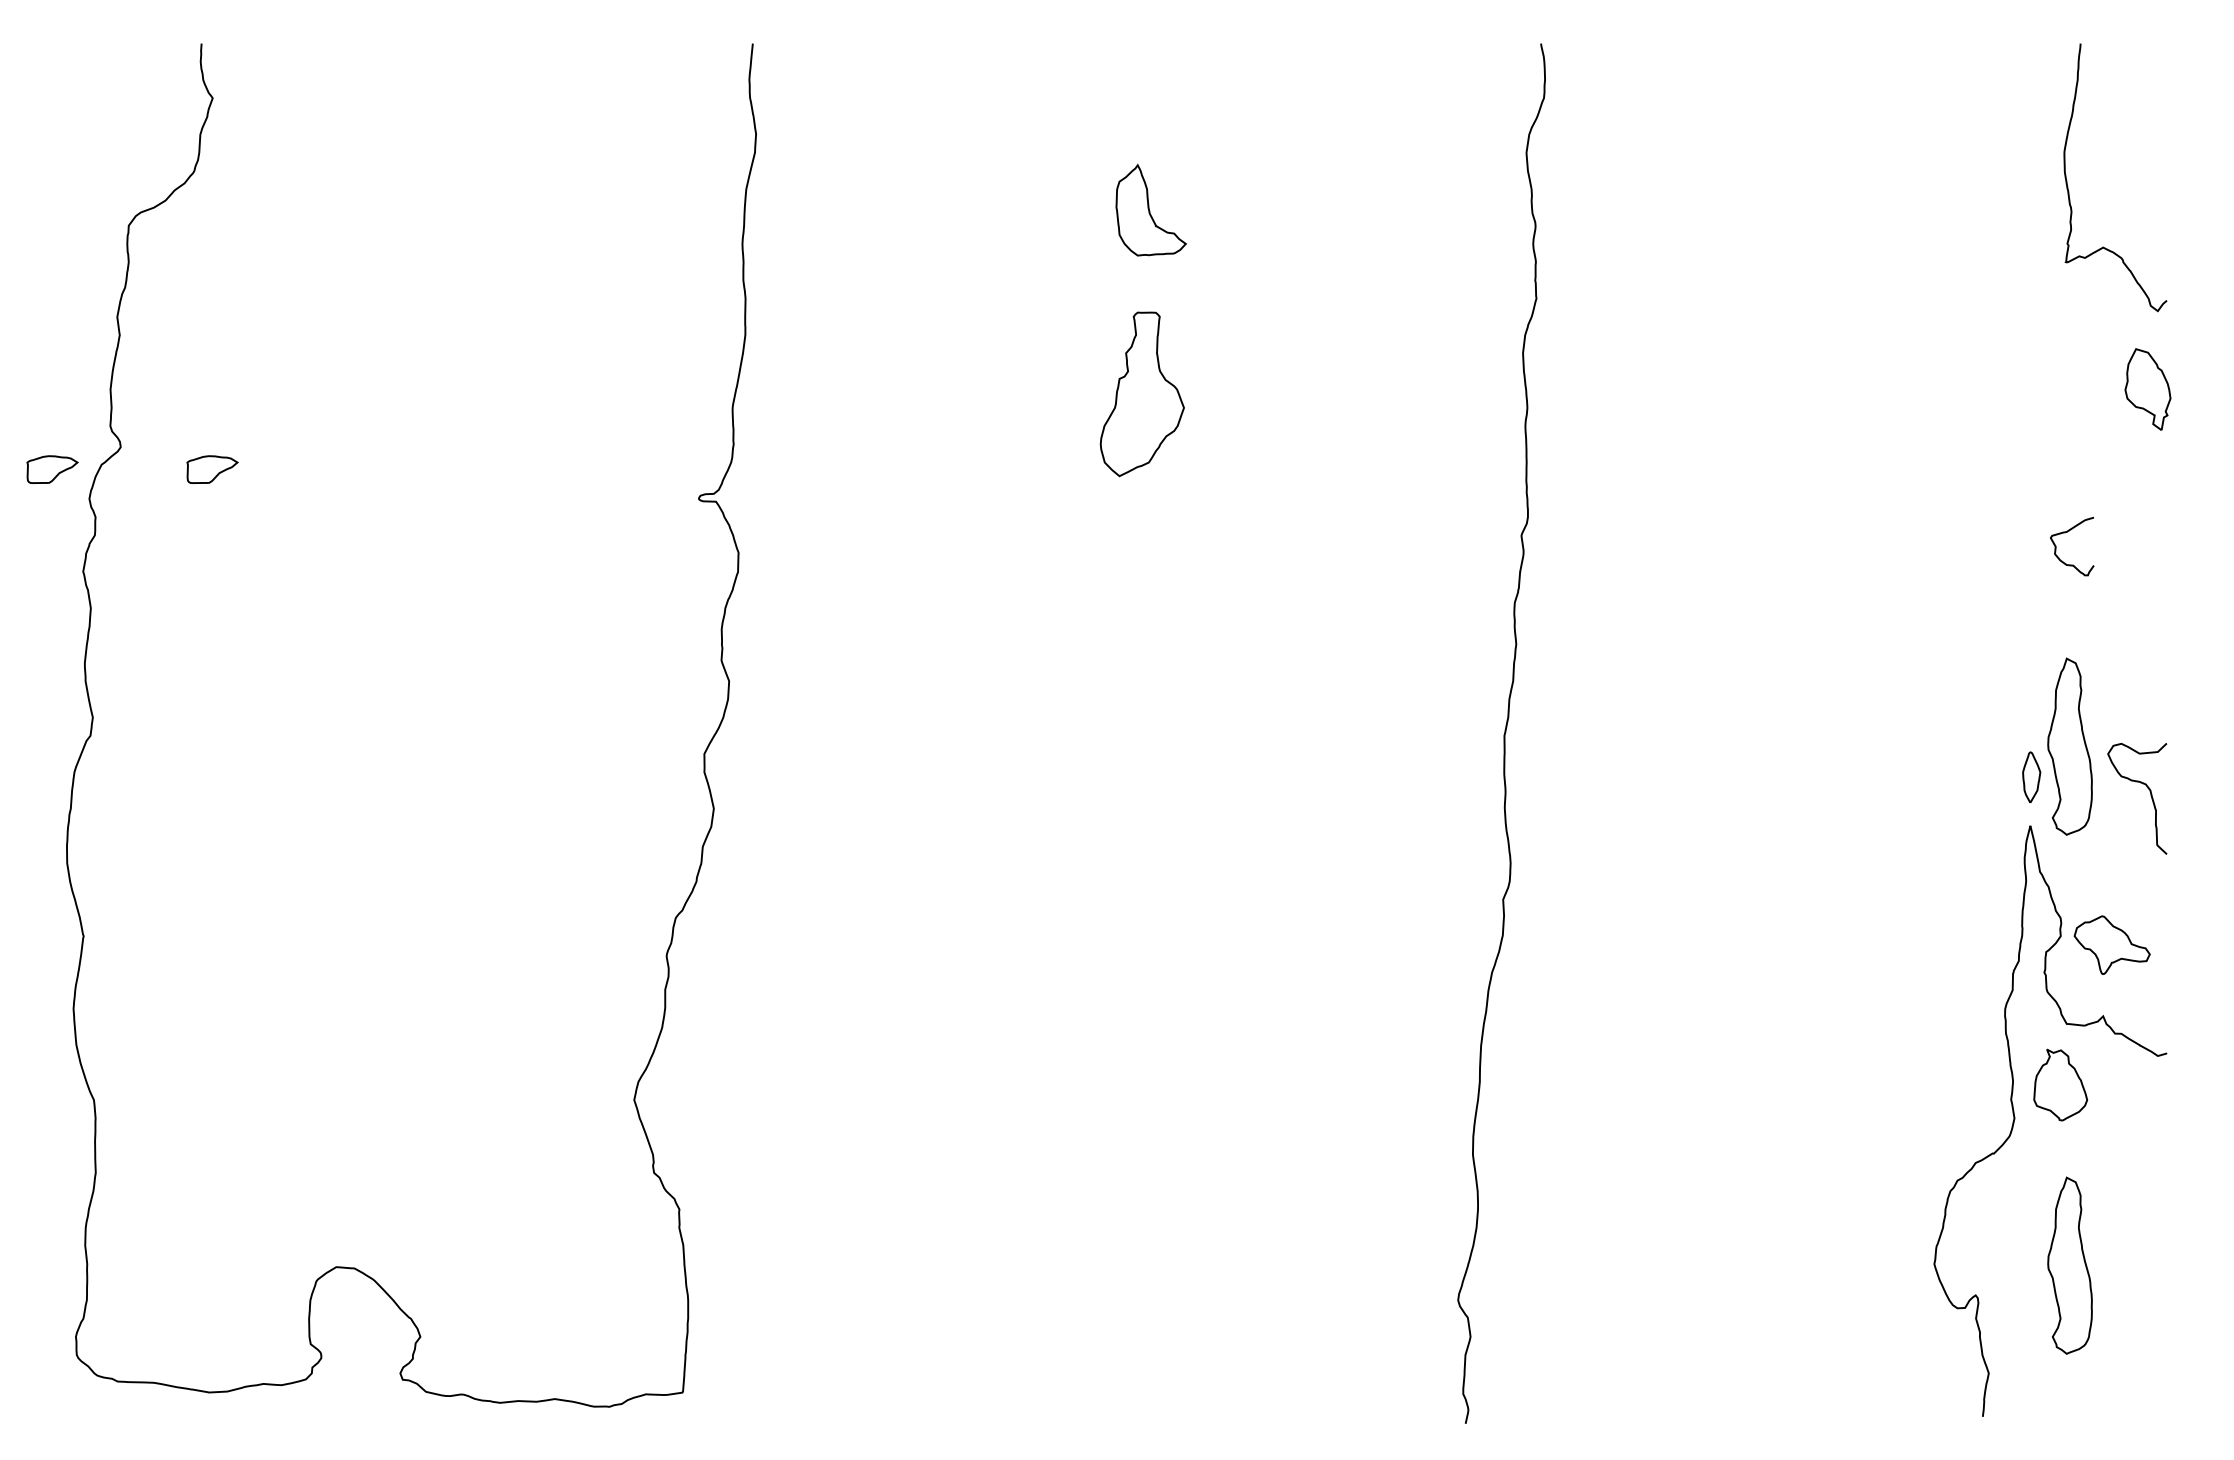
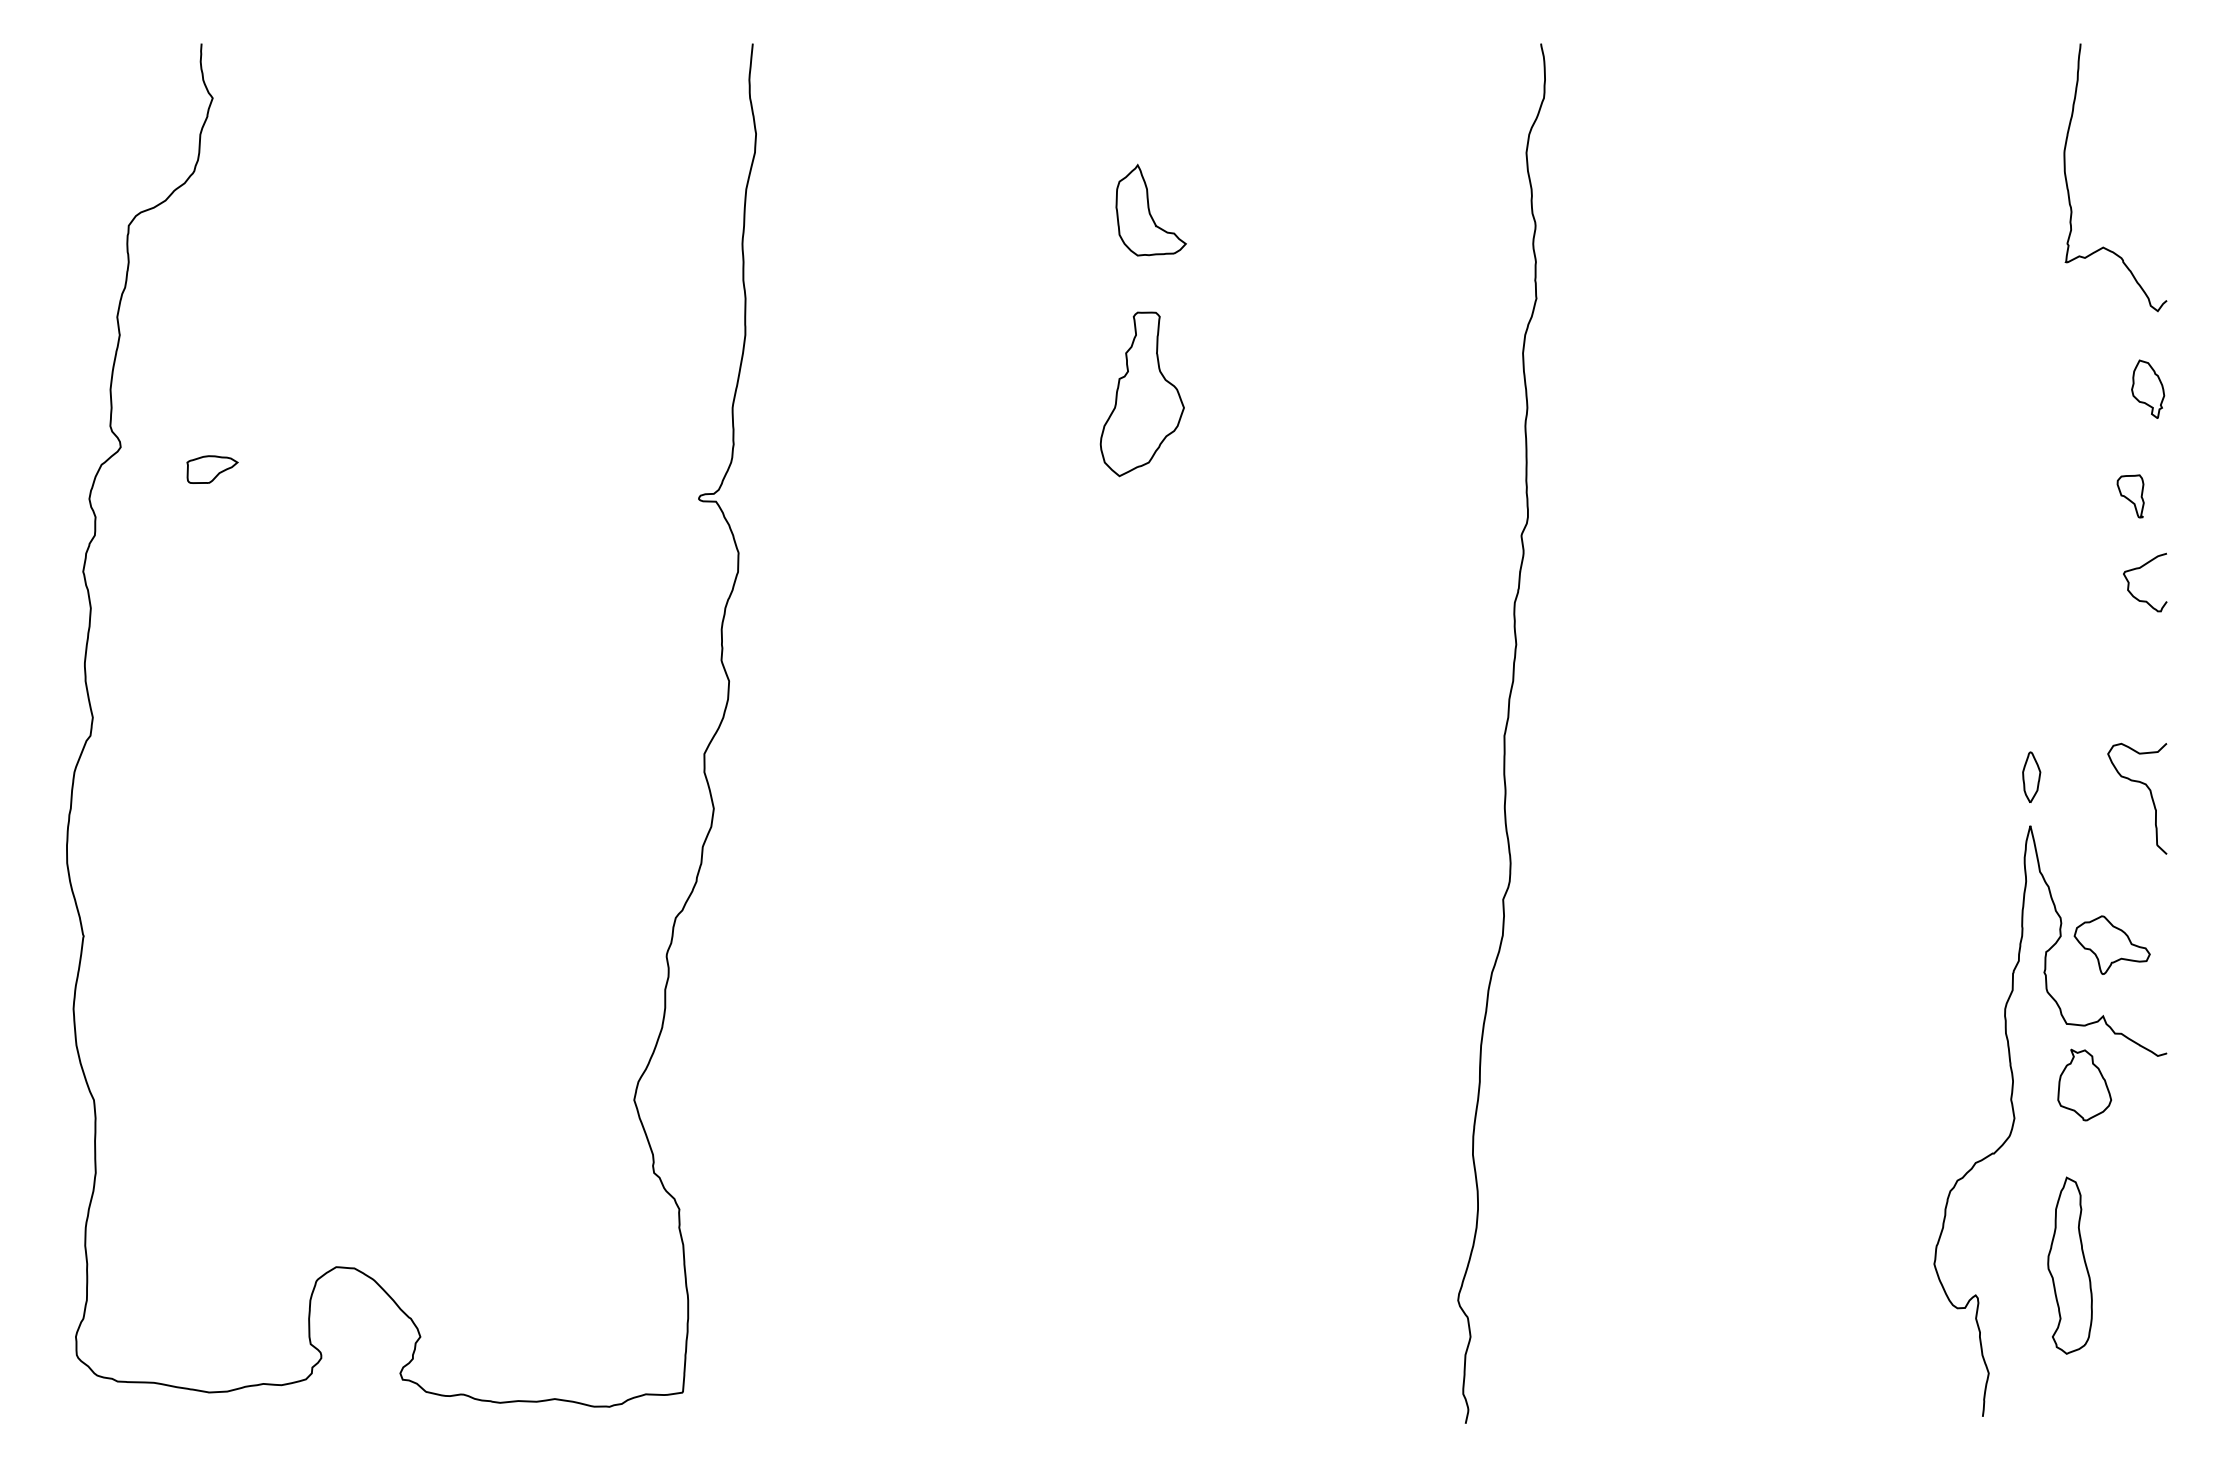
part at (2147, 389) size: 48x83 px -> 35x60 px
part at (52, 469): present -> none
part at (2130, 496): none -> present
curve at (2065, 533) position: (2065, 533) -> (2138, 569)
part at (2069, 746): present -> none
part at (2060, 1084) position: (2060, 1084) -> (2084, 1084)
